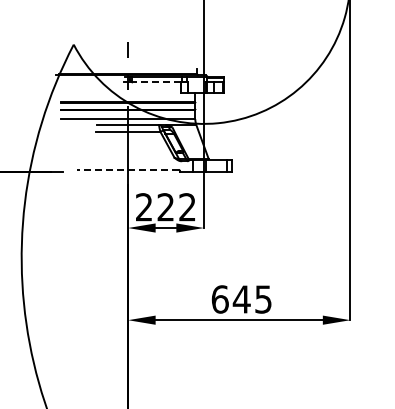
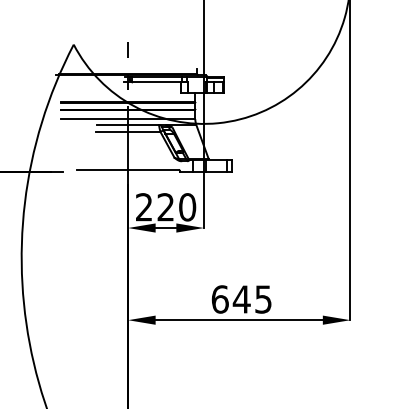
line at (156, 82): dashed -> solid
line at (128, 169): dashed -> solid
text at (187, 207): 222 -> 220
